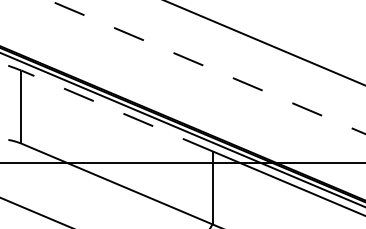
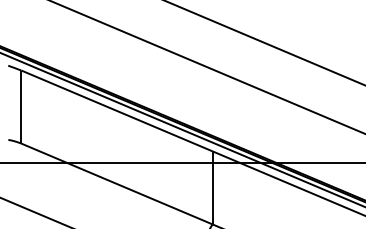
line at (207, 67): dashed -> solid
line at (116, 110): dashed -> solid
